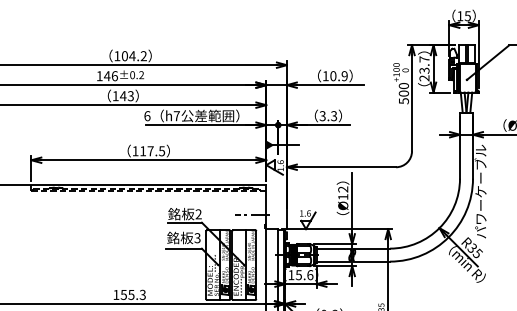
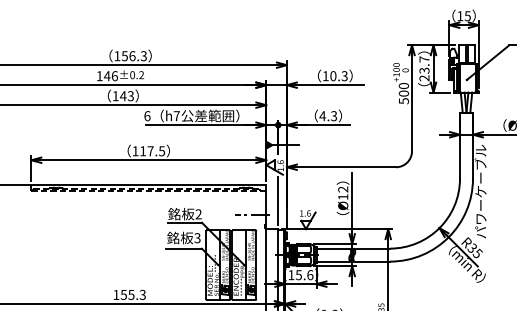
text at (133, 56): 104.2 -> 156.3
text at (344, 76): 10.9 -> 10.3
text at (322, 116): 3.3 -> 4.3
line at (278, 200): none -> present
